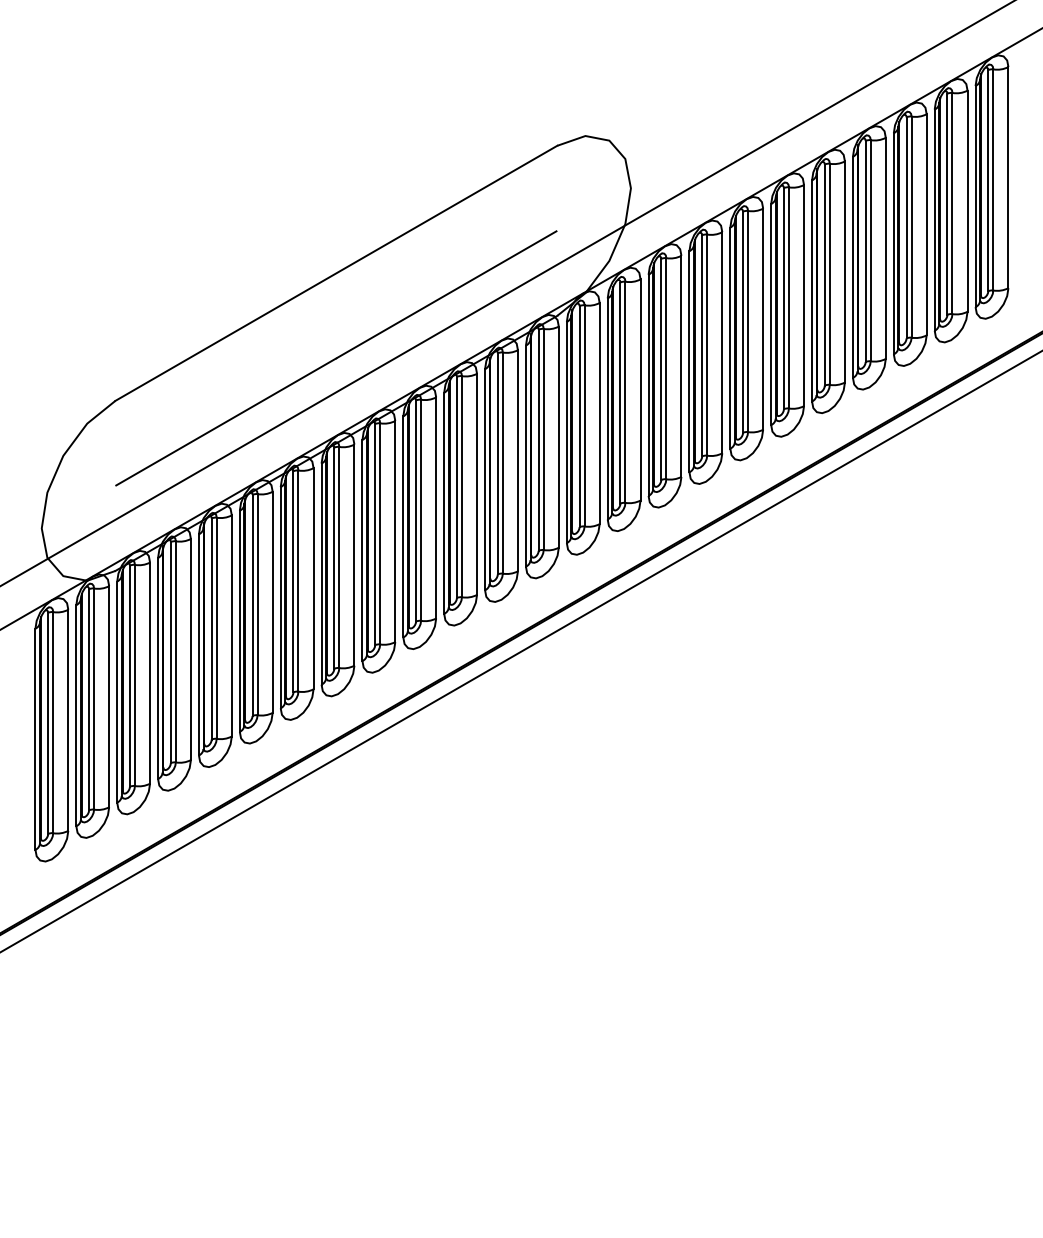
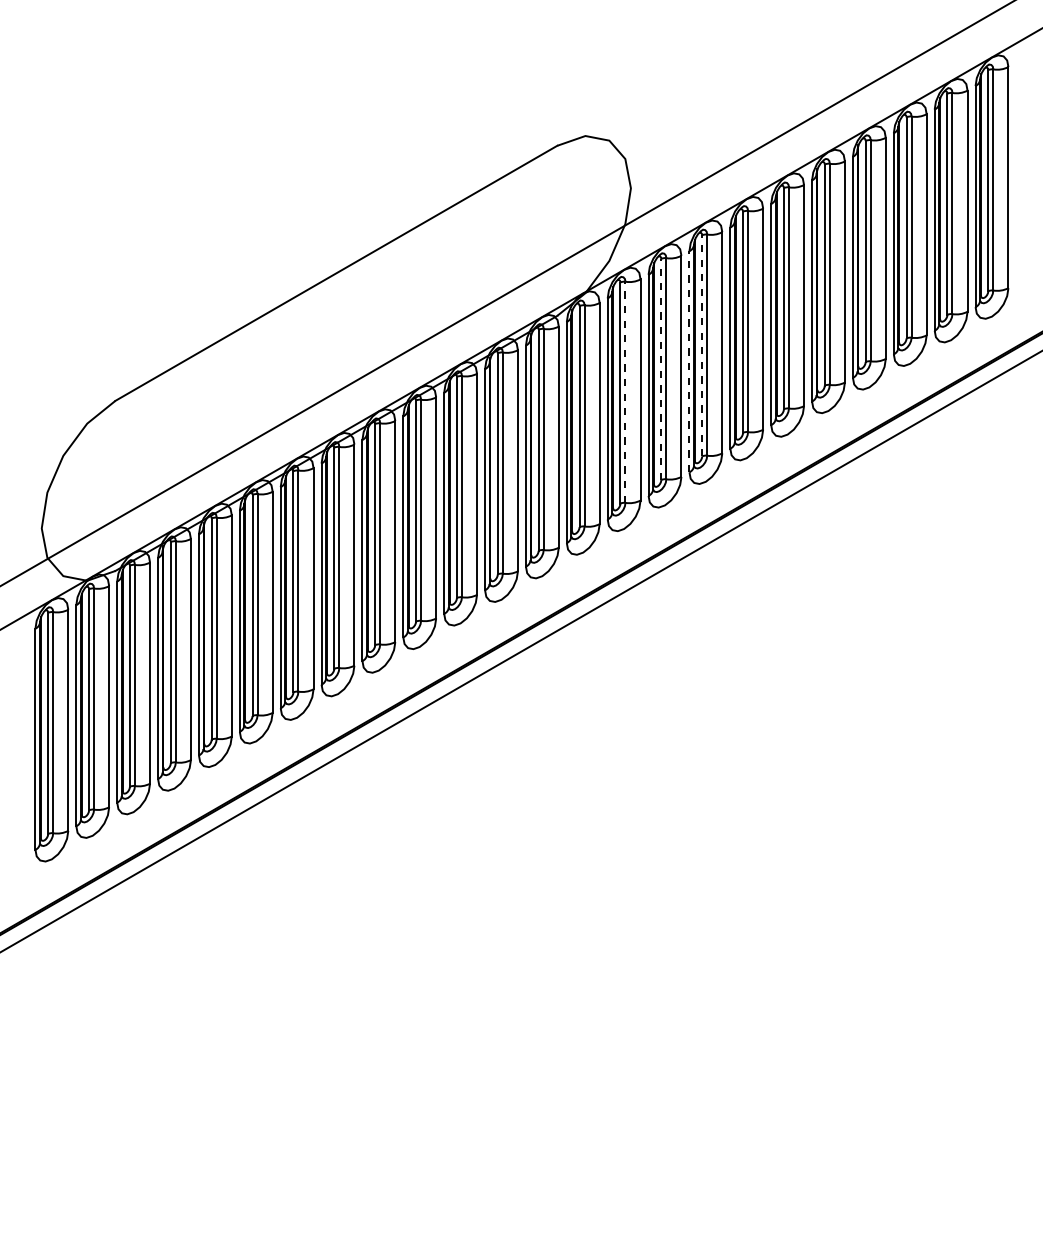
line at (702, 345): solid -> dashed
line at (336, 358): present -> none
line at (689, 361): solid -> dashed
line at (661, 369): solid -> dashed
line at (625, 392): solid -> dashed
